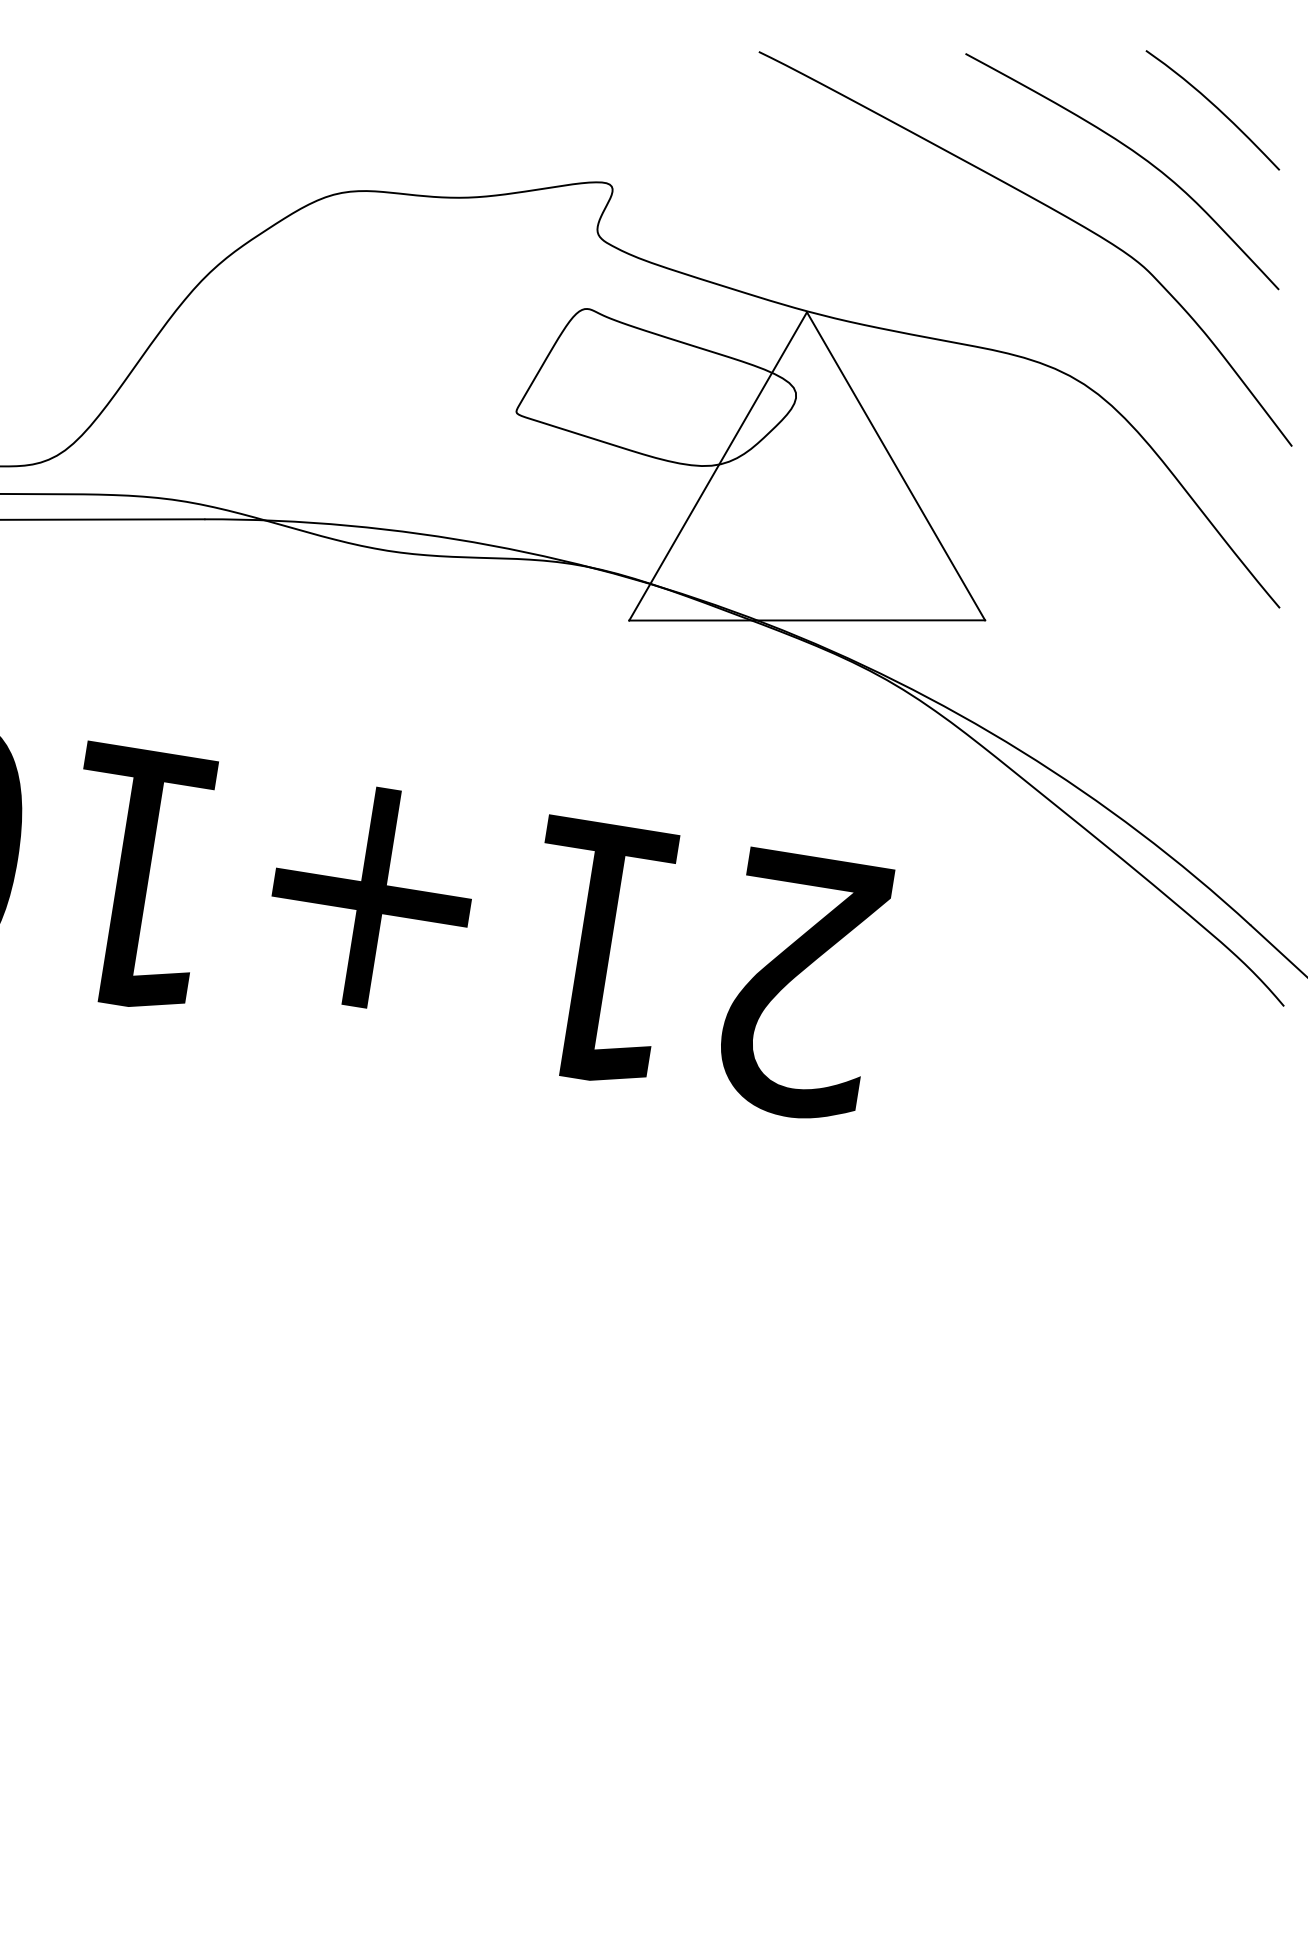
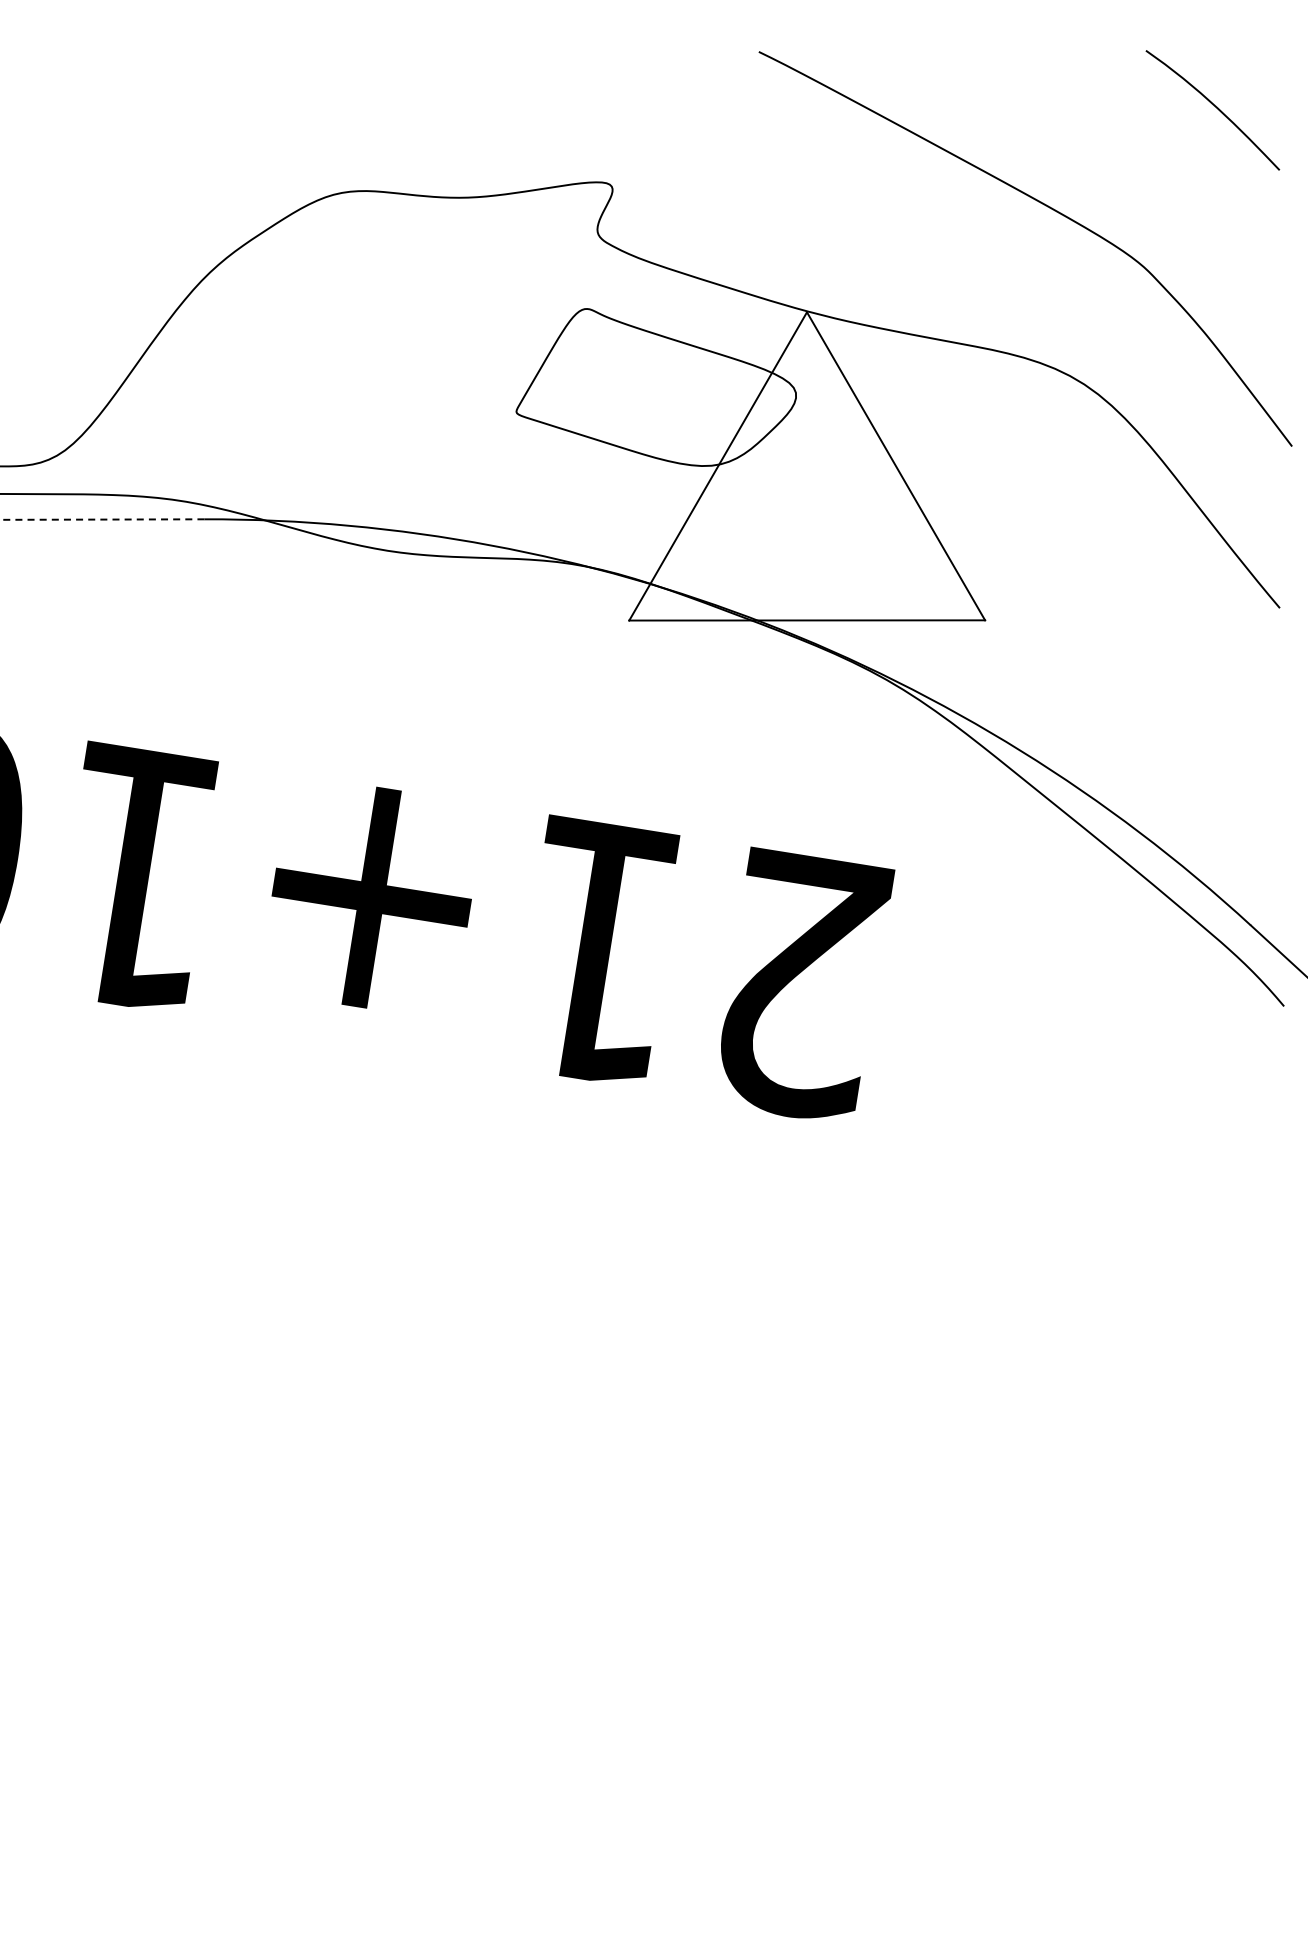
curve at (1137, 155): present -> none
line at (102, 519): solid -> dashed
